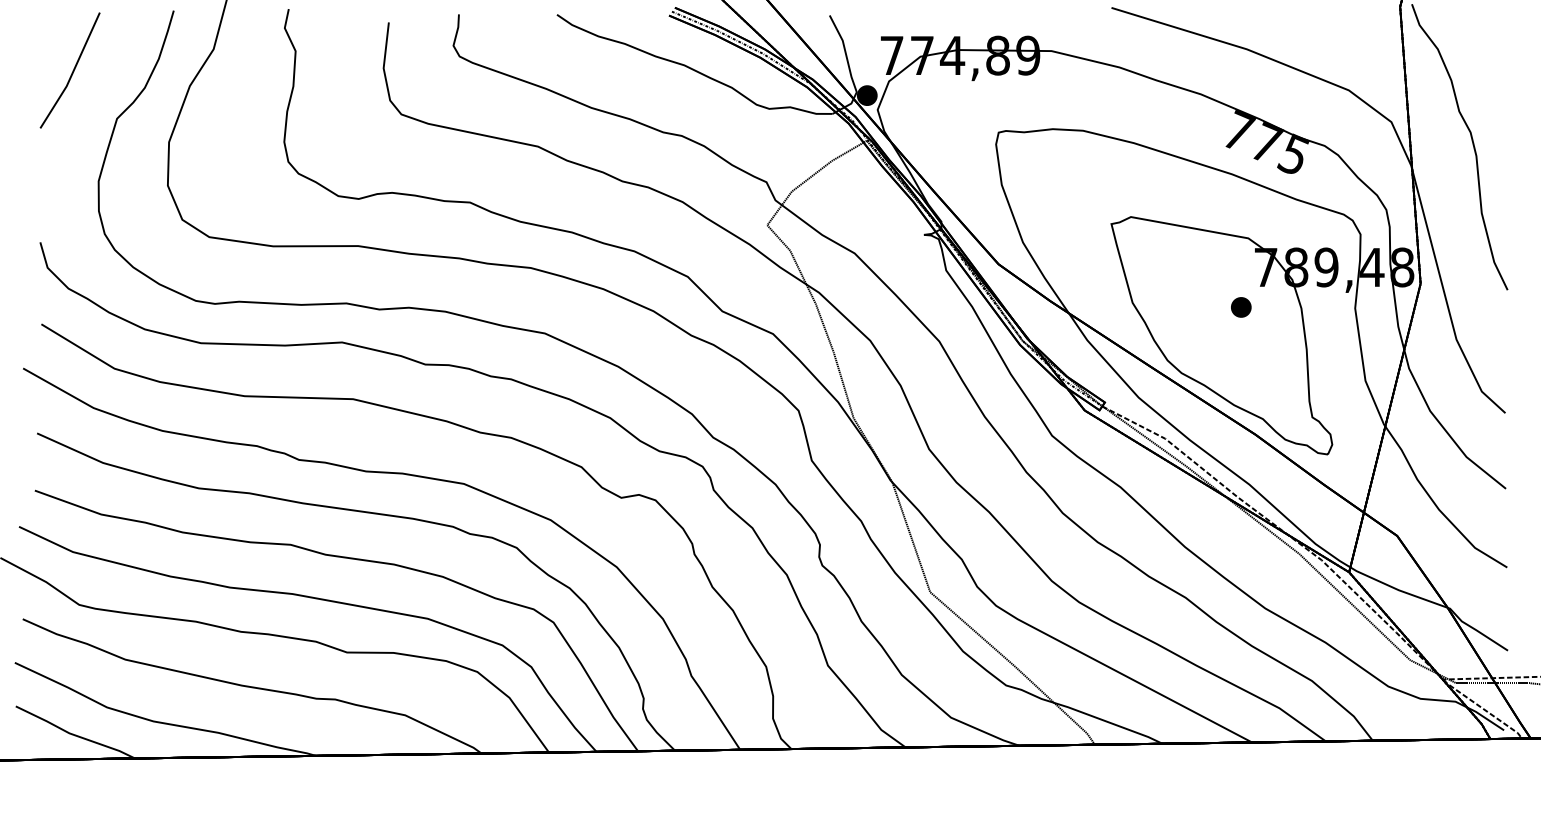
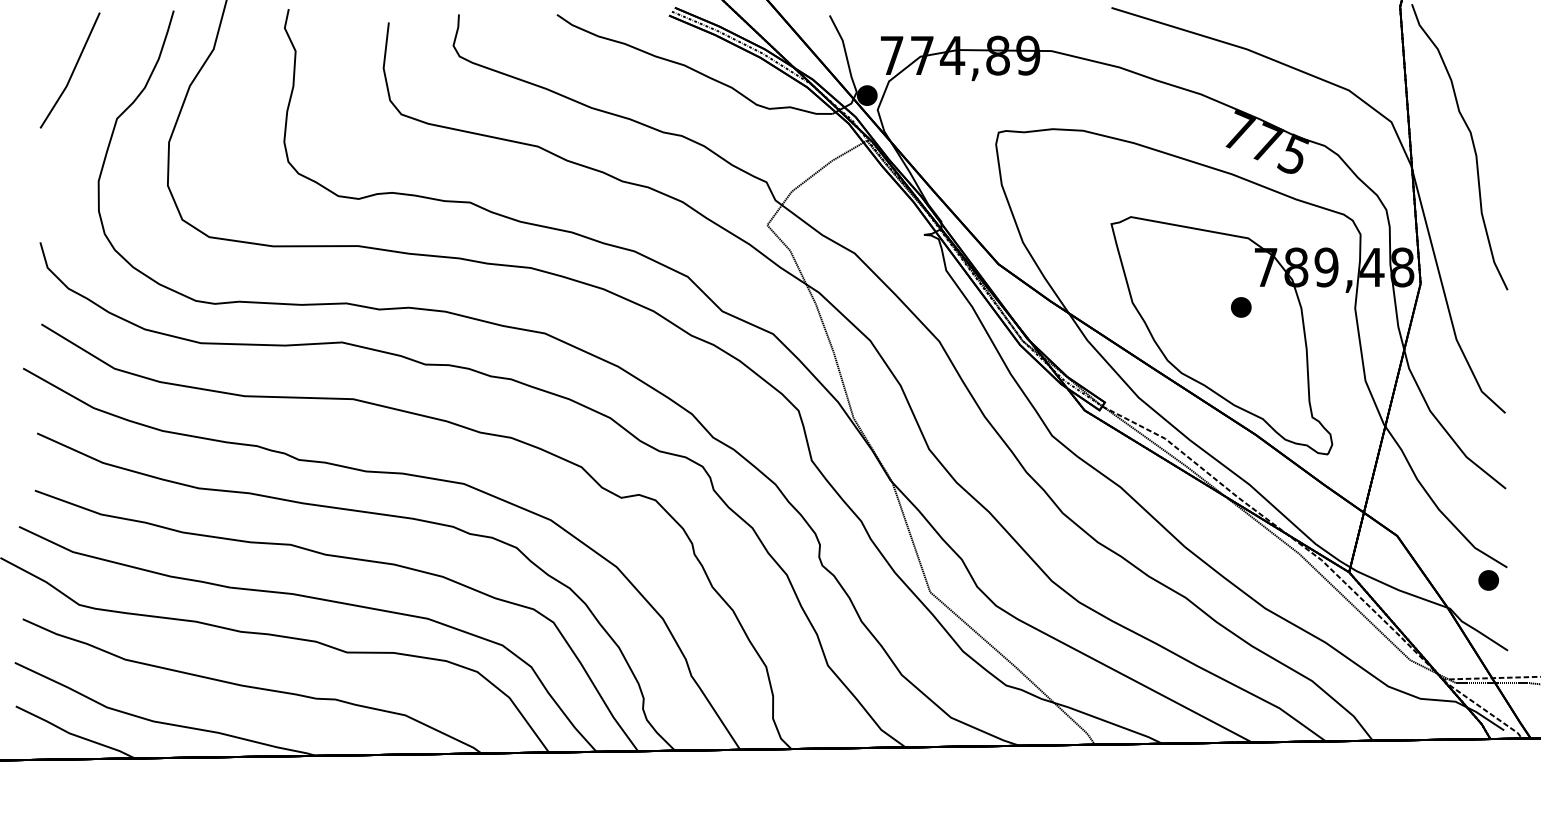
part at (1488, 580): none -> present
